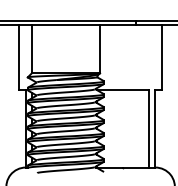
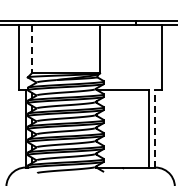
line at (32, 48): solid -> dashed
line at (155, 128): solid -> dashed
